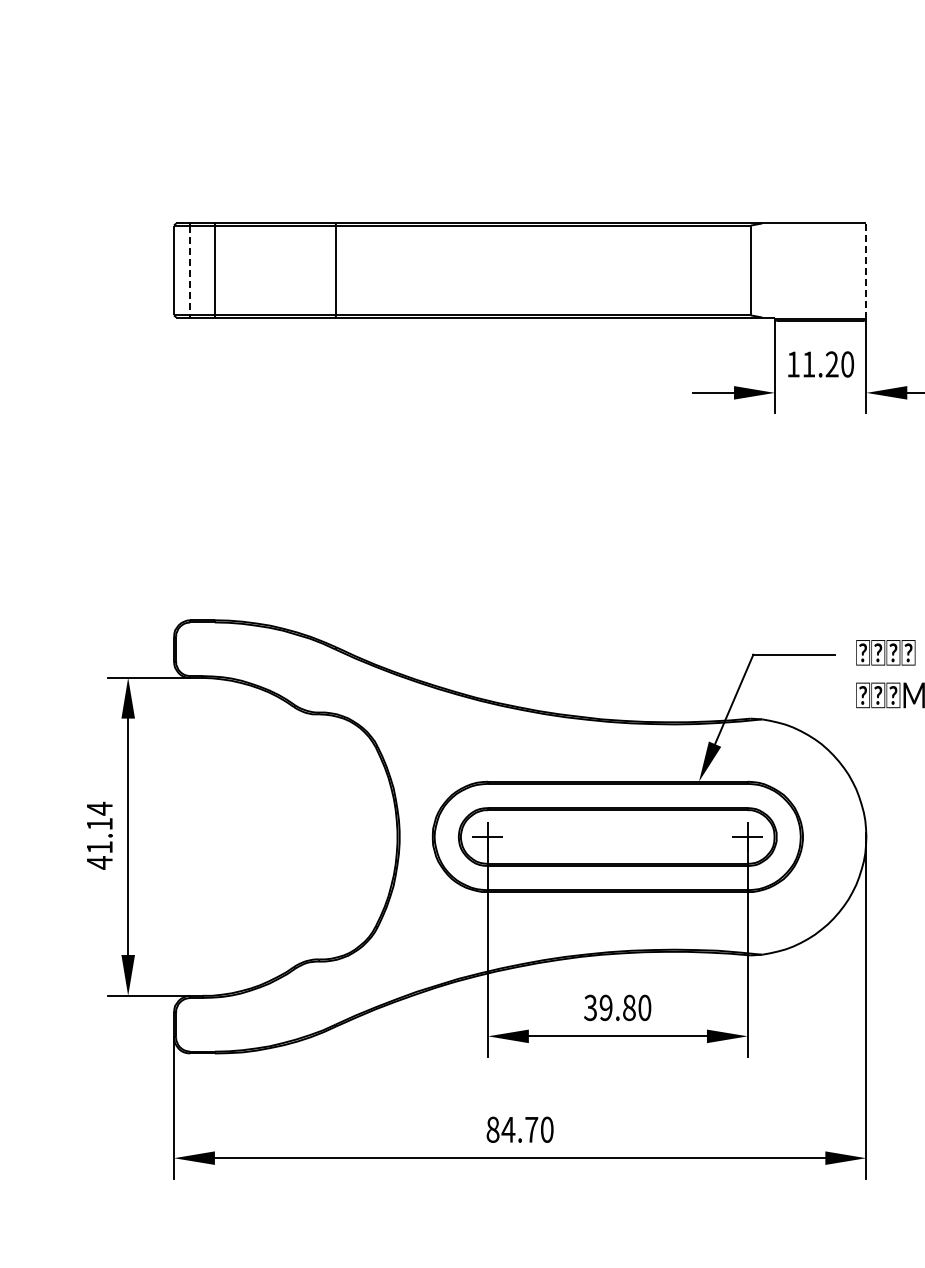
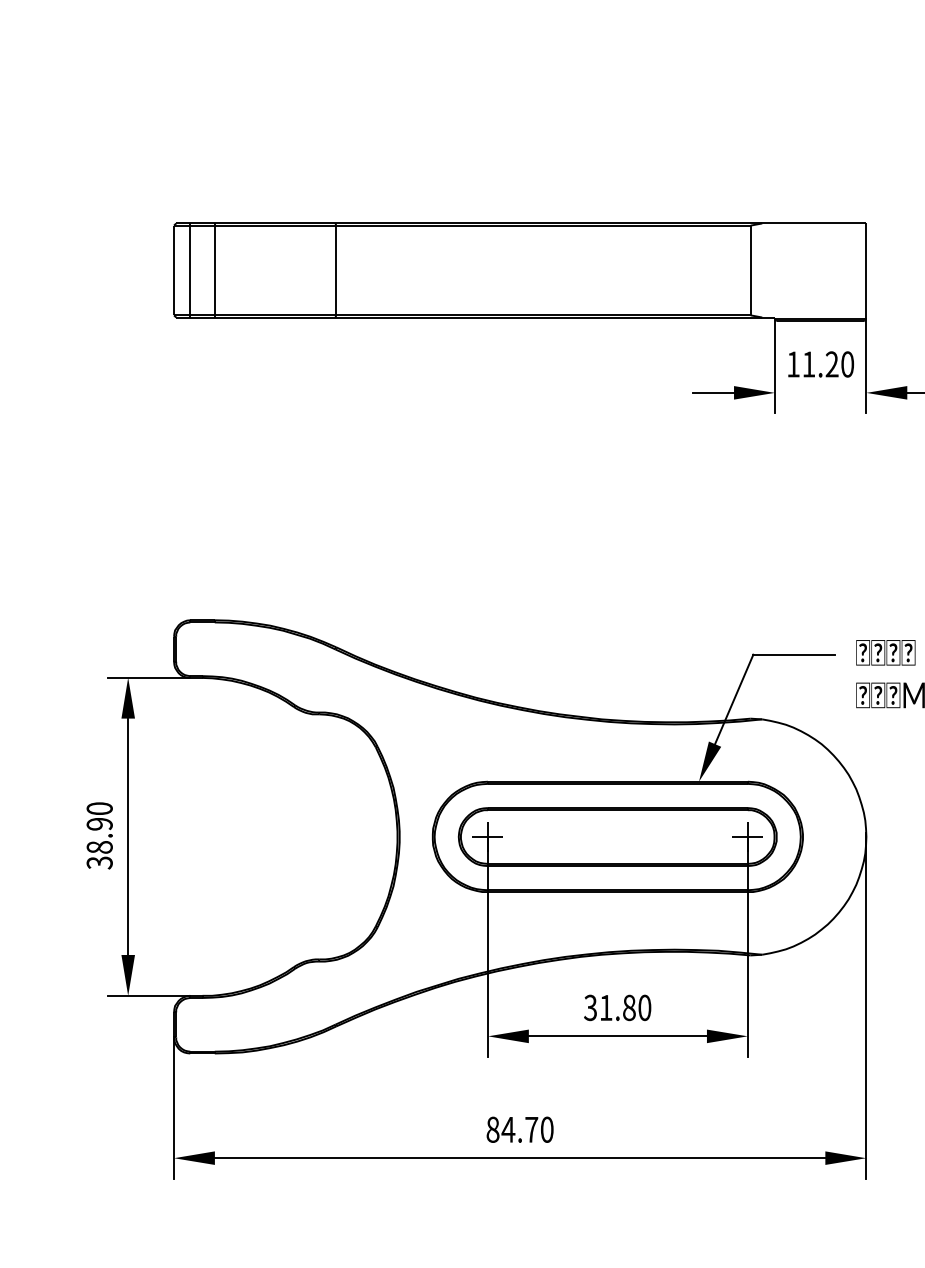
line at (190, 270): dashed -> solid
line at (866, 271): dashed -> solid
text at (99, 835): 41.14 -> 38.90
text at (605, 1007): 39.80 -> 31.80
